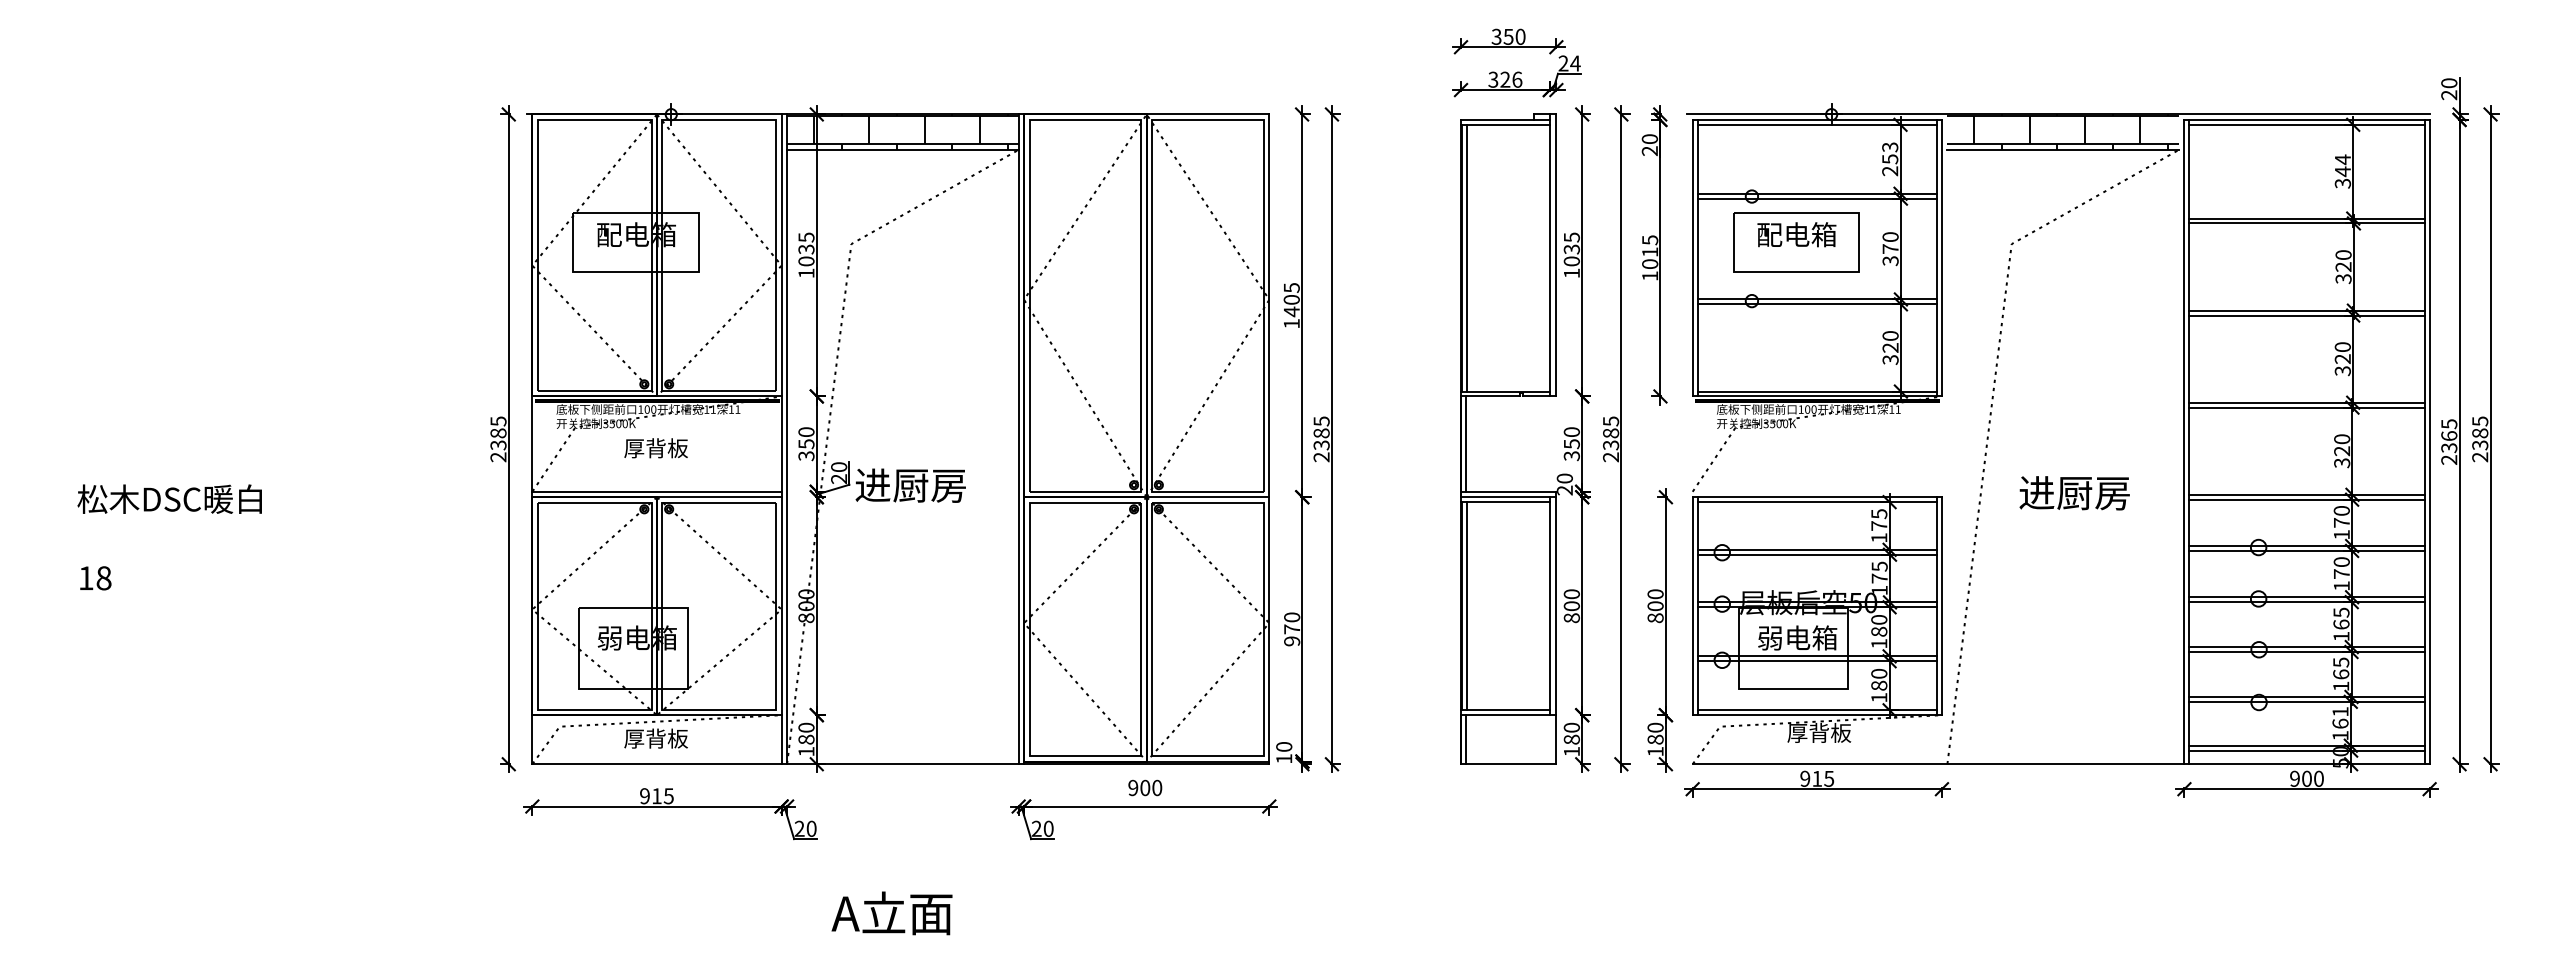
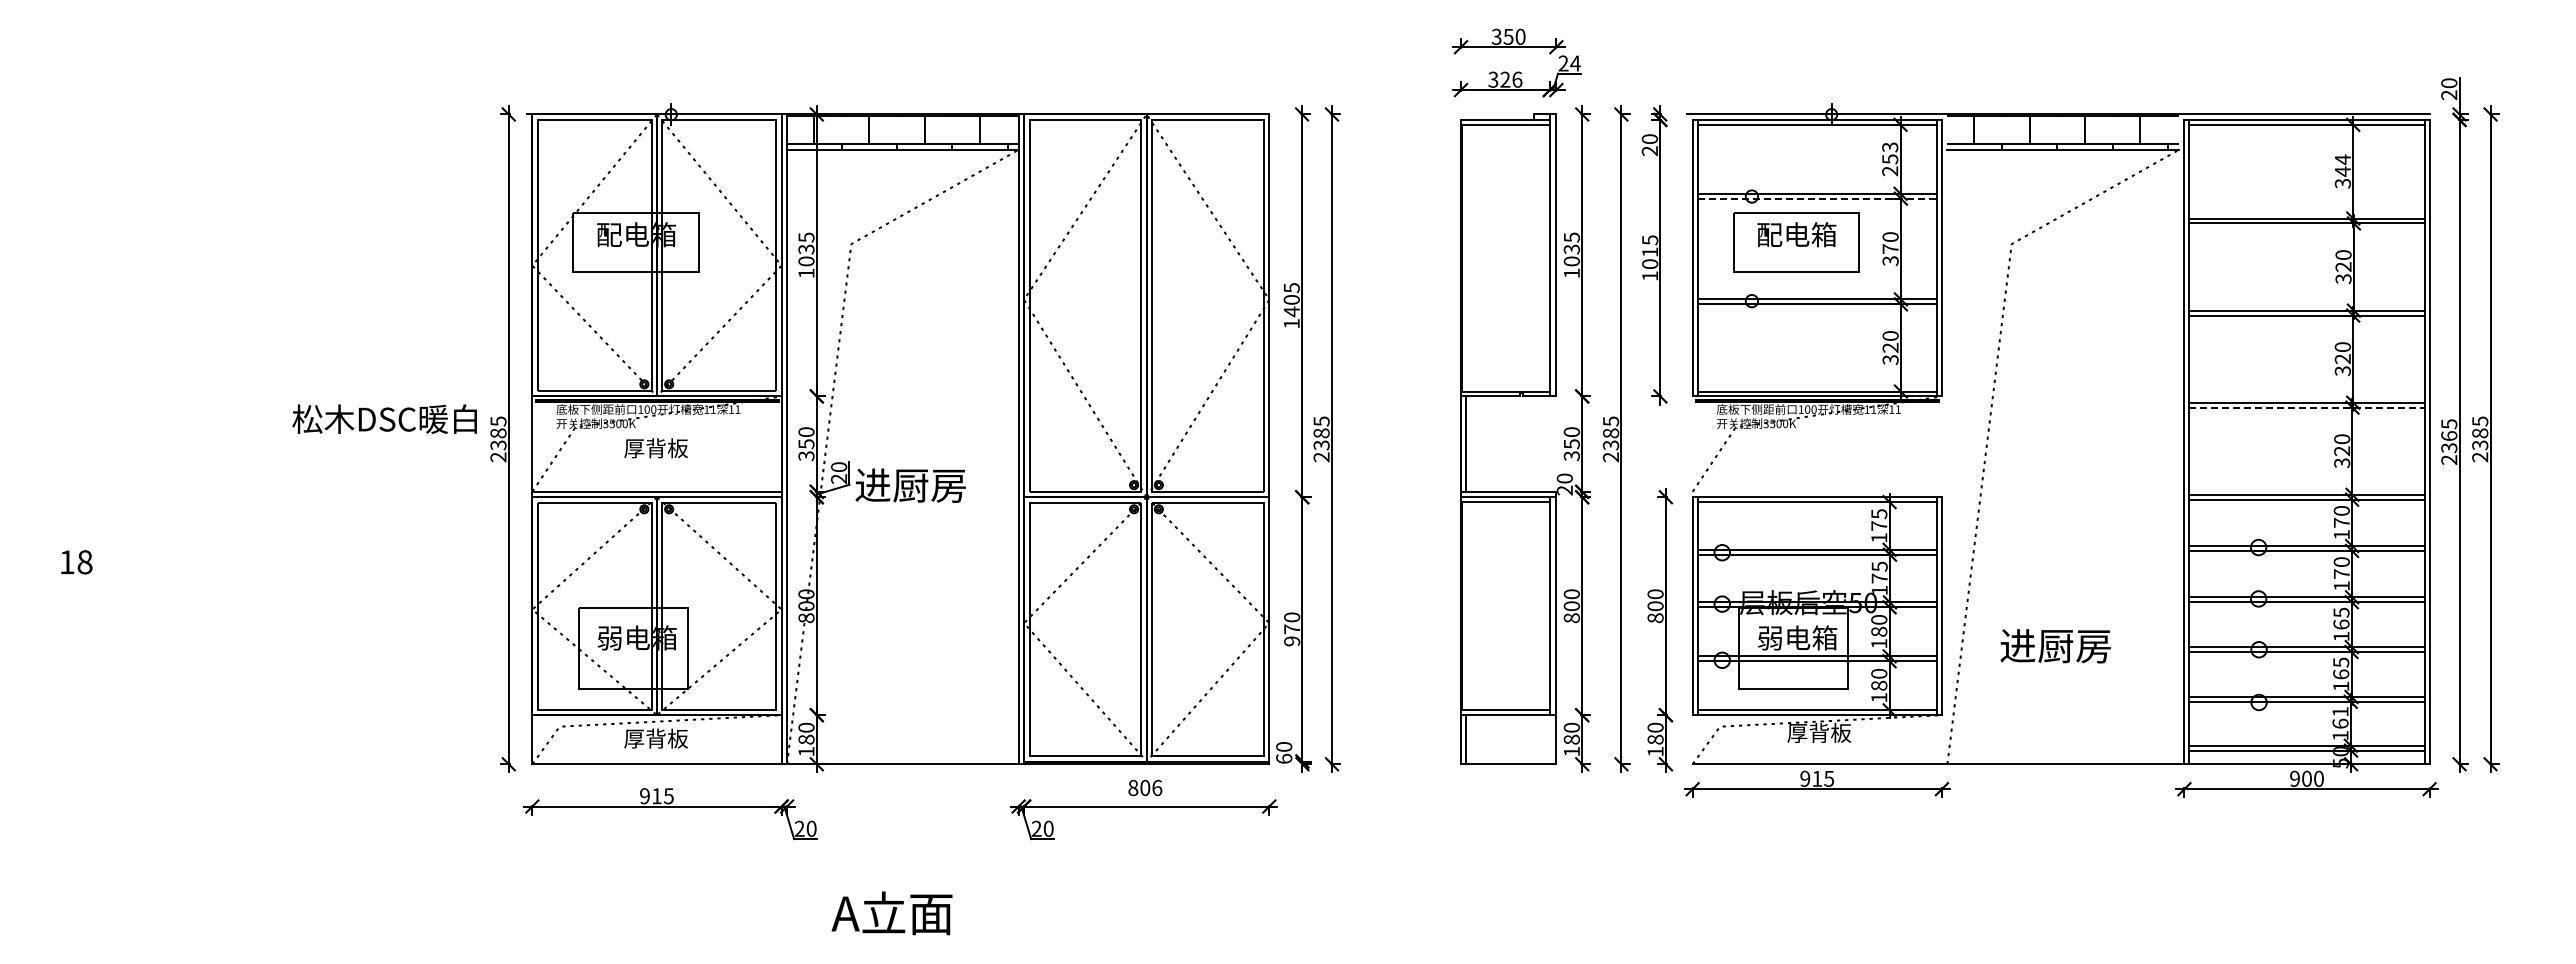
line at (1817, 198): solid -> dashed
line at (1467, 257): present -> none
line at (2307, 407): solid -> dashed
text at (2074, 493) position: (2074, 493) -> (2055, 646)
text at (169, 498) position: (169, 498) -> (384, 418)
text at (95, 578) position: (95, 578) -> (76, 562)
line at (1467, 606): present -> none
text at (1284, 758): 10 -> 60
text at (1145, 788): 900 -> 806
